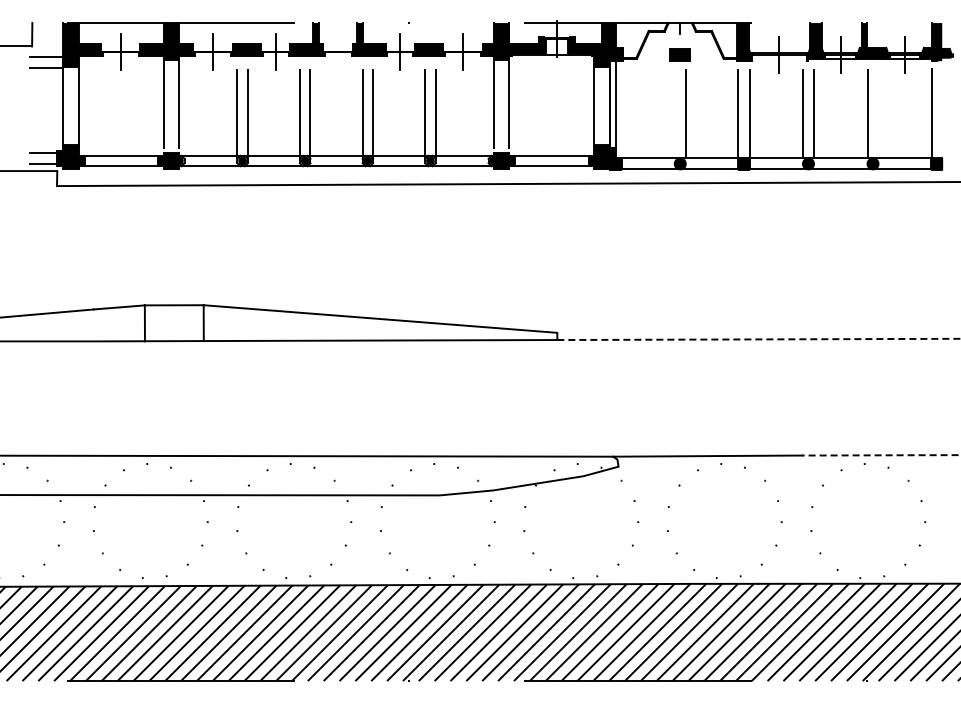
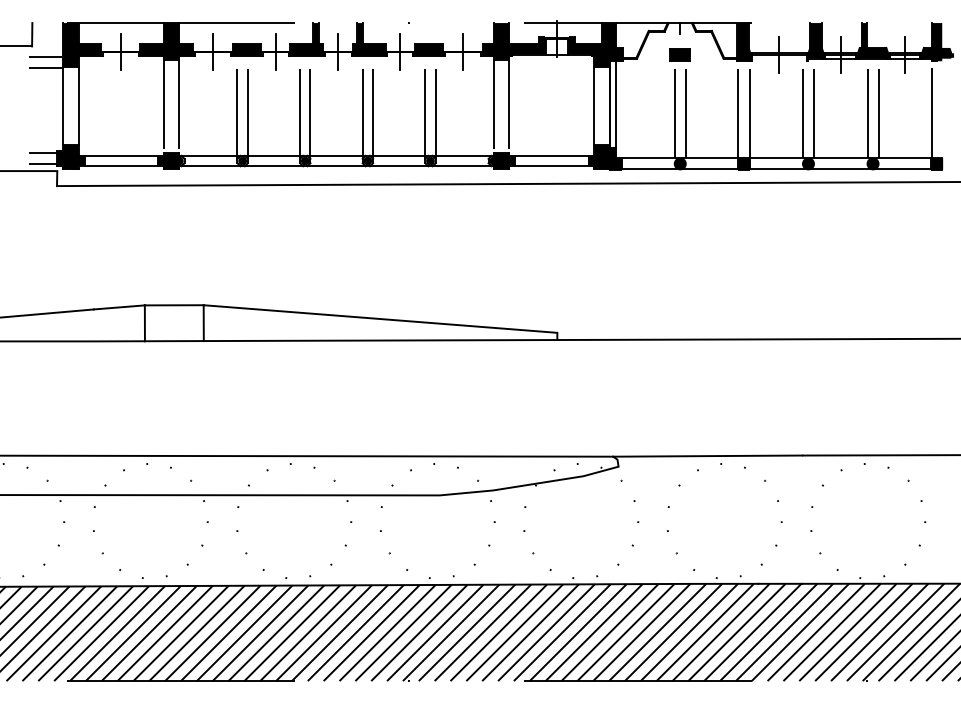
line at (338, 51): none -> present
line at (878, 108): none -> present
line at (674, 109): none -> present
line at (759, 339): dashed -> solid
line at (881, 455): dashed -> solid
